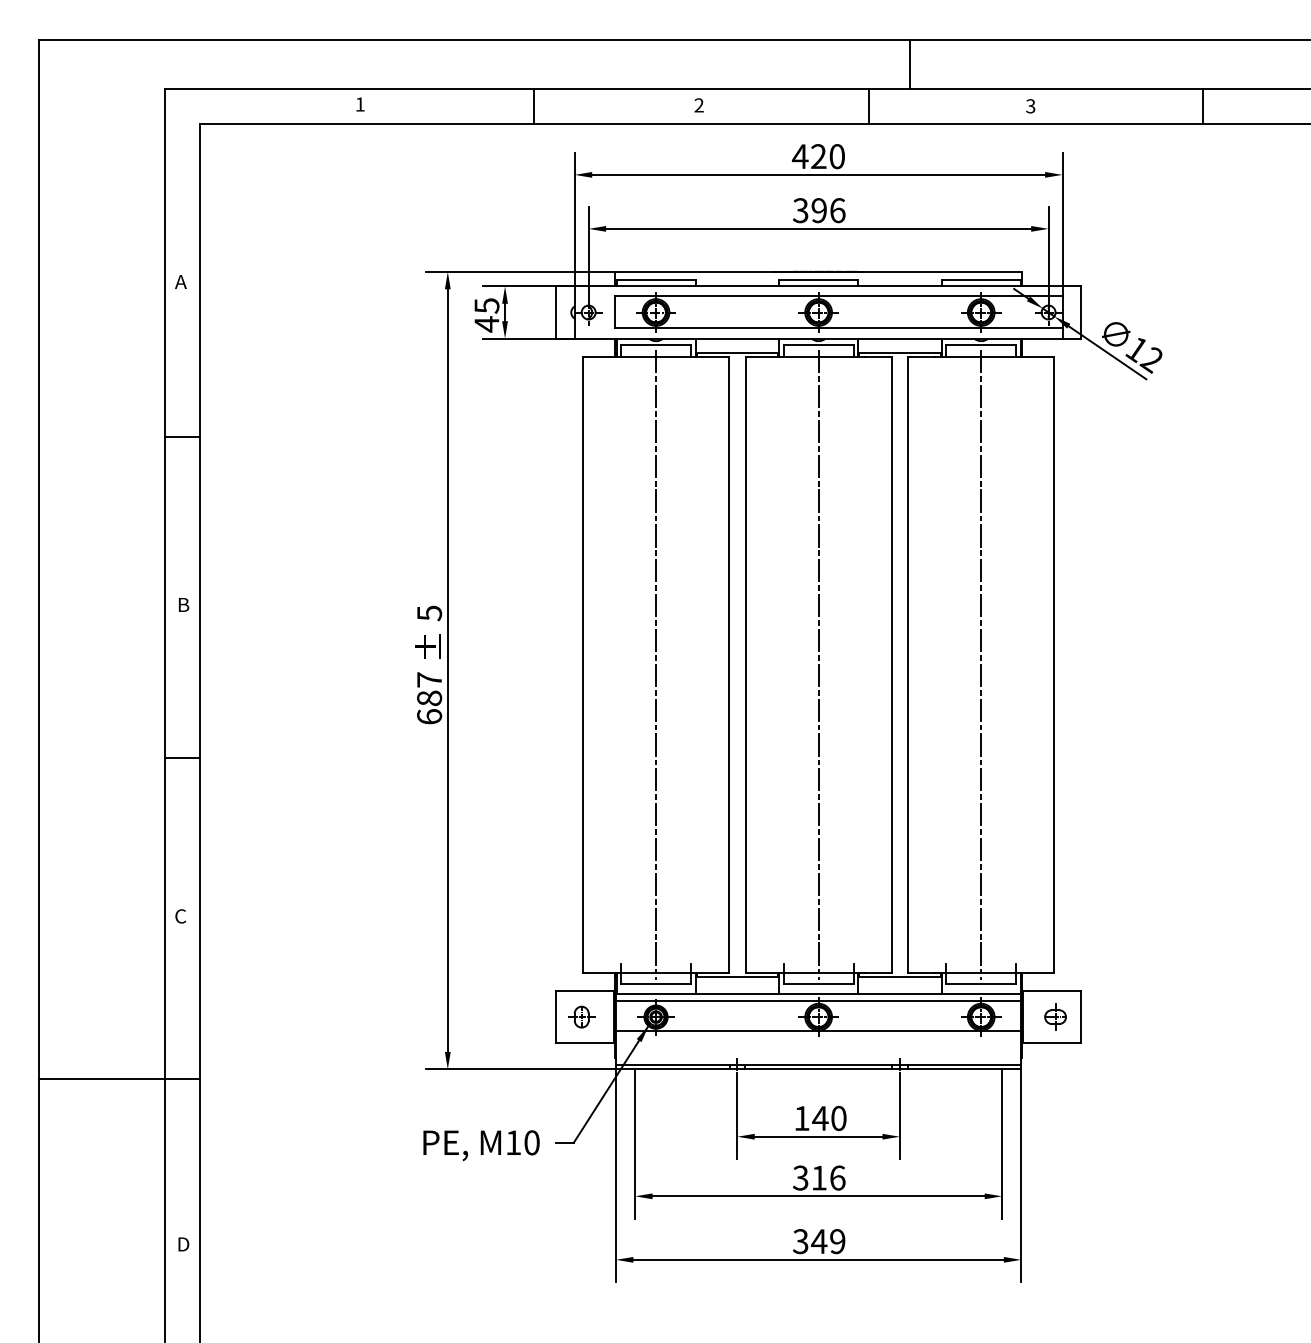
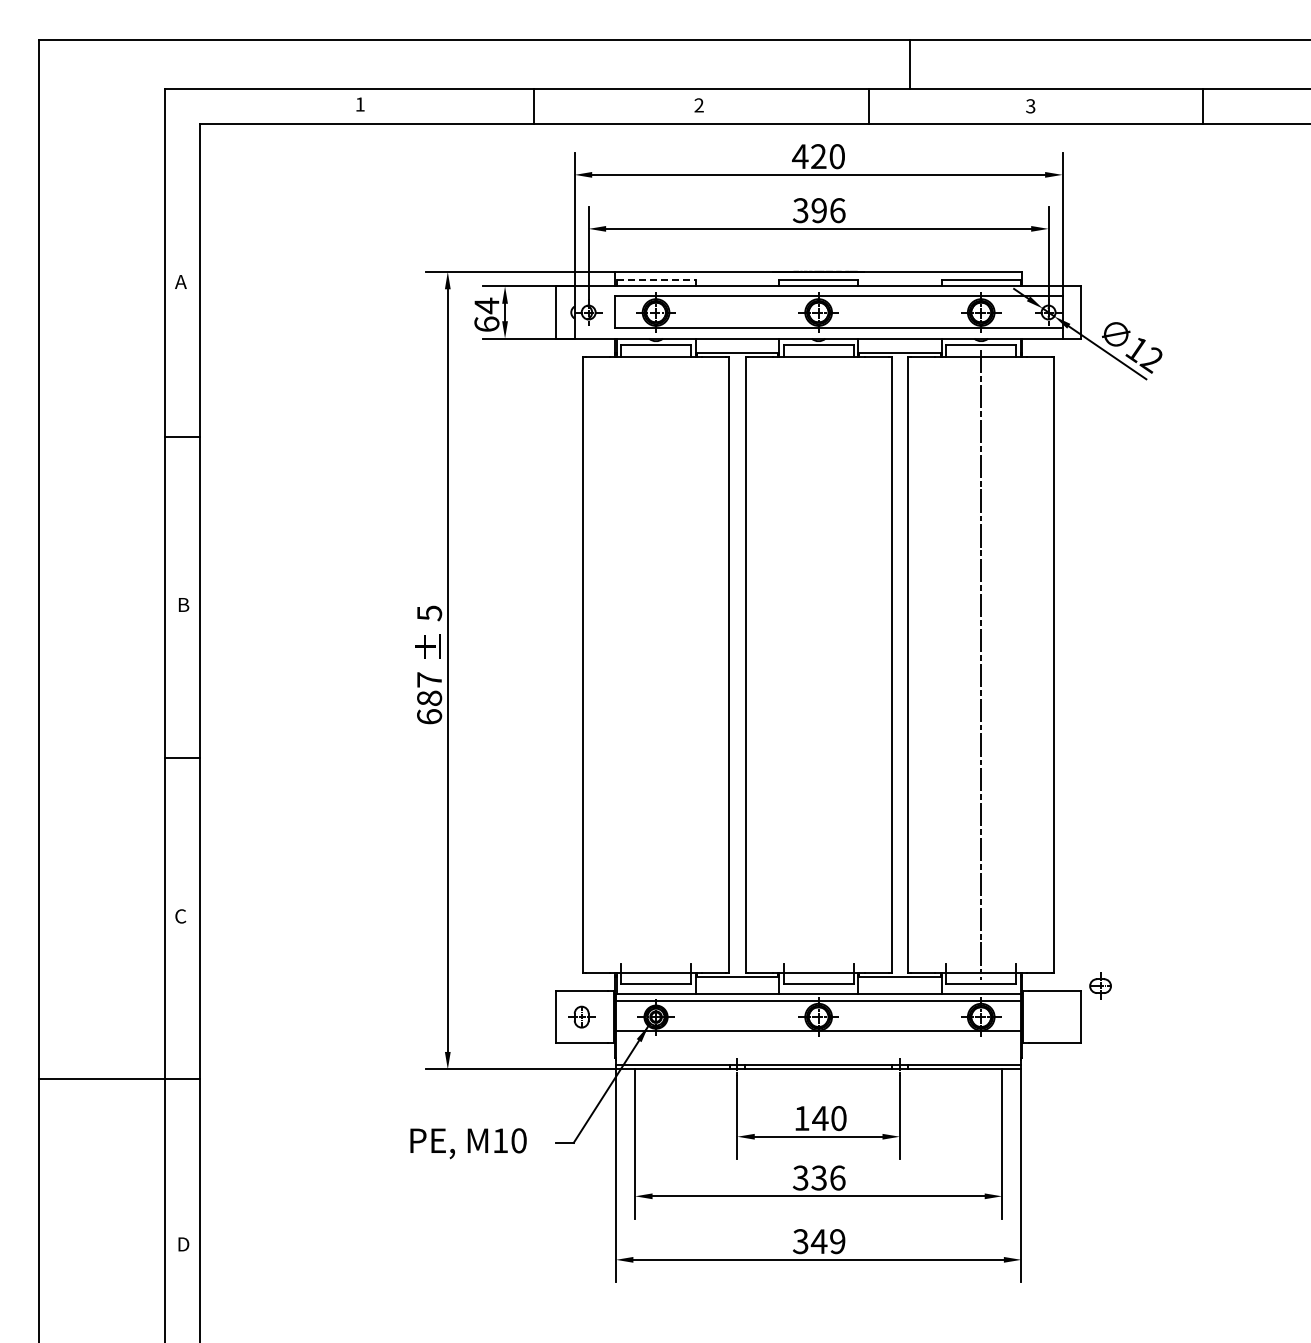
line at (656, 279): solid -> dashed
text at (486, 314): 45 -> 64
line at (656, 664): present -> none
line at (818, 664): present -> none
part at (1055, 1016) position: (1055, 1016) -> (1100, 985)
text at (481, 1145) position: (481, 1145) -> (468, 1143)
text at (818, 1177): 316 -> 336
